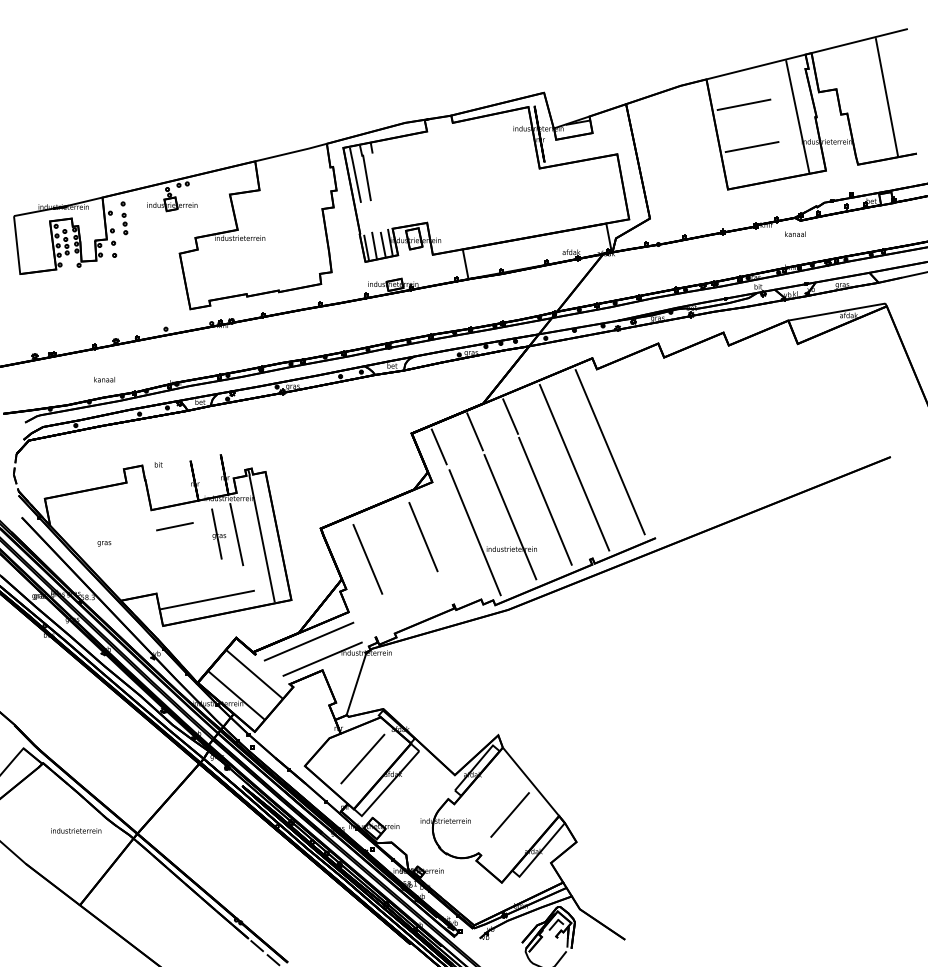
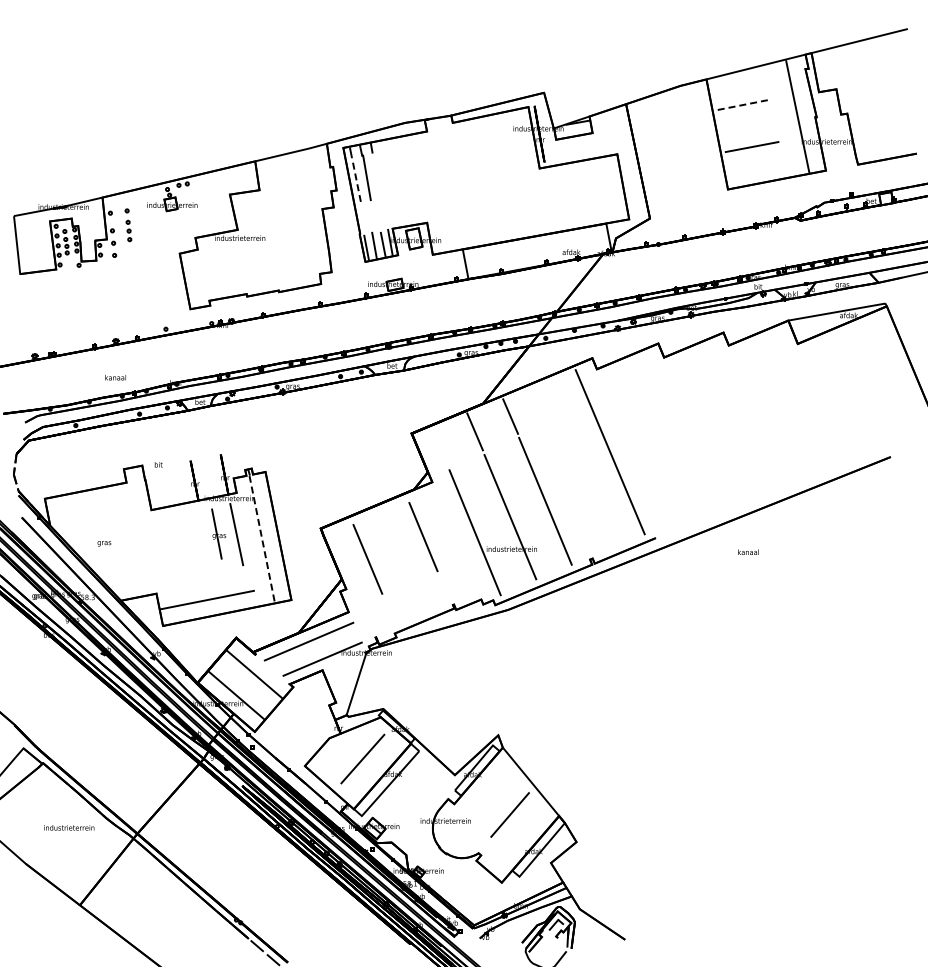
line at (886, 97): present -> none
line at (744, 104): solid -> dashed
line at (356, 179): solid -> dashed
part at (124, 218) position: (124, 218) -> (128, 225)
text at (795, 233) position: (795, 233) -> (748, 551)
text at (104, 379) position: (104, 379) -> (115, 377)
line at (438, 446): present -> none
line at (574, 467): present -> none
line at (174, 526): present -> none
line at (262, 538): solid -> dashed
text at (76, 830) position: (76, 830) -> (69, 827)
